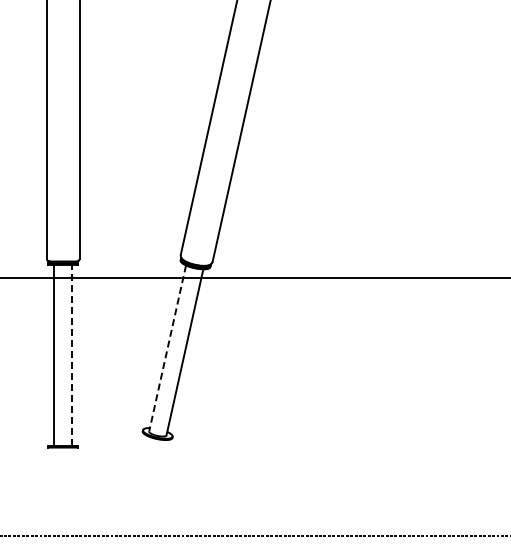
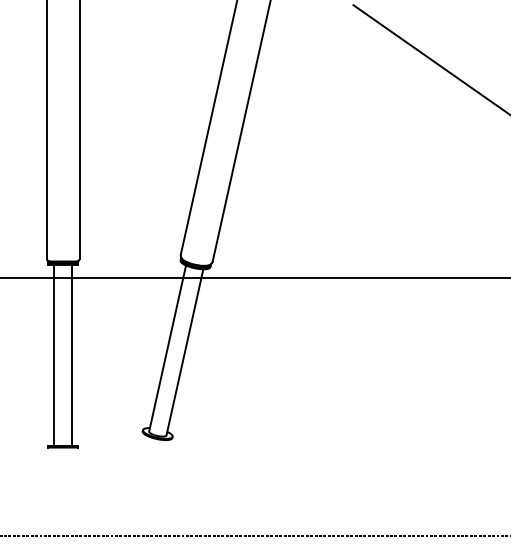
line at (430, 59): none -> present
line at (167, 348): dashed -> solid
line at (72, 355): dashed -> solid
